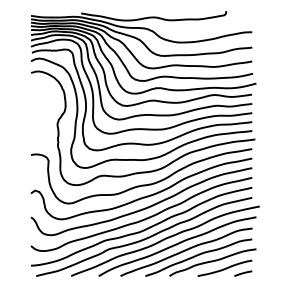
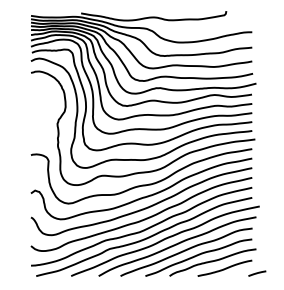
line at (243, 273) position: (243, 273) -> (257, 273)
